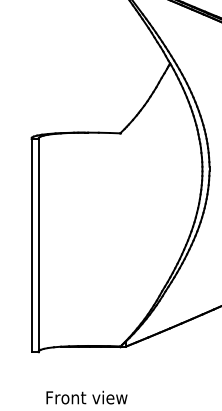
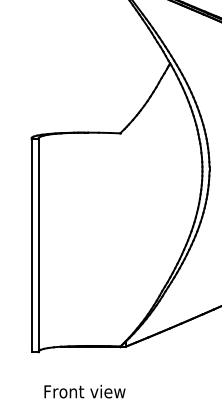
text at (86, 397) position: (86, 397) -> (84, 391)
